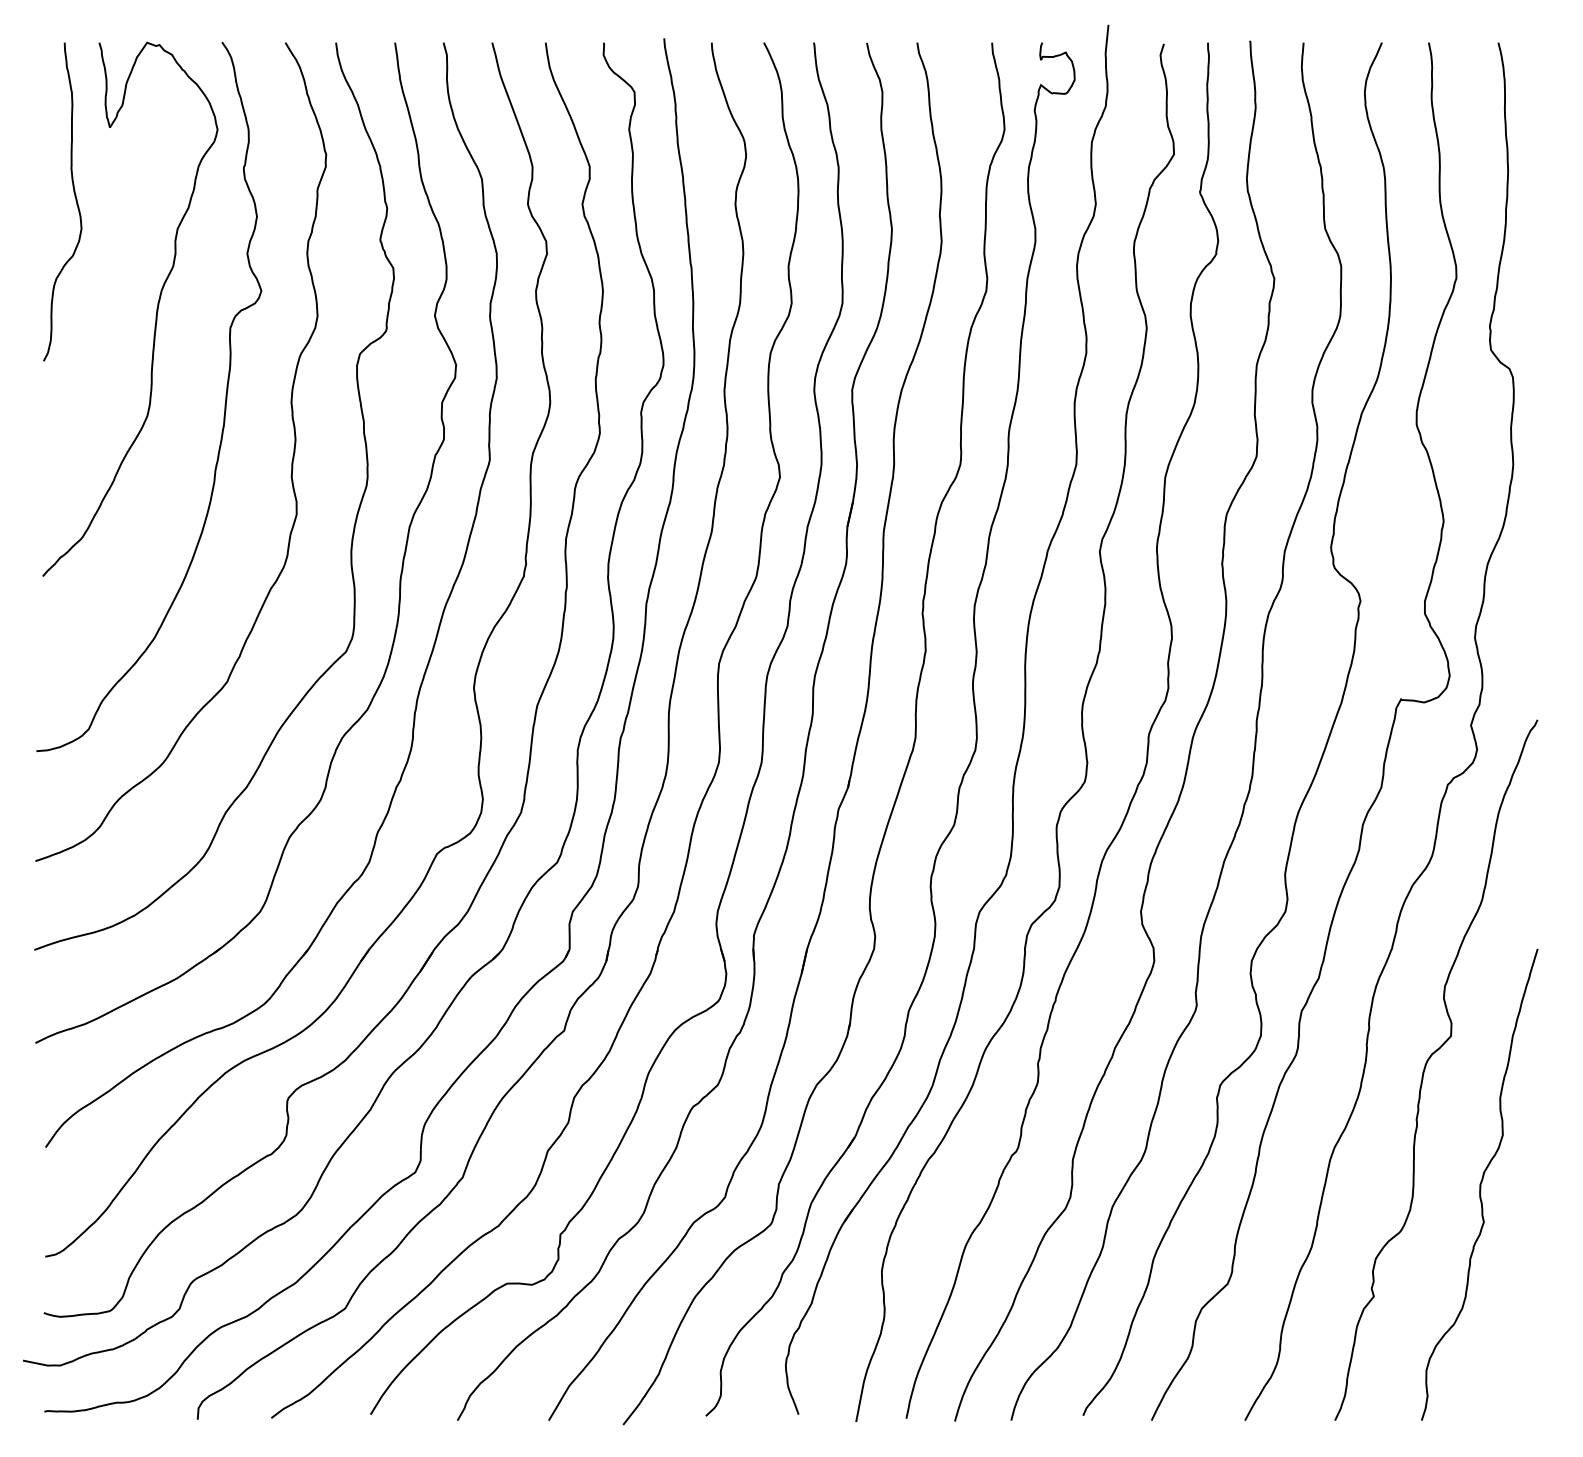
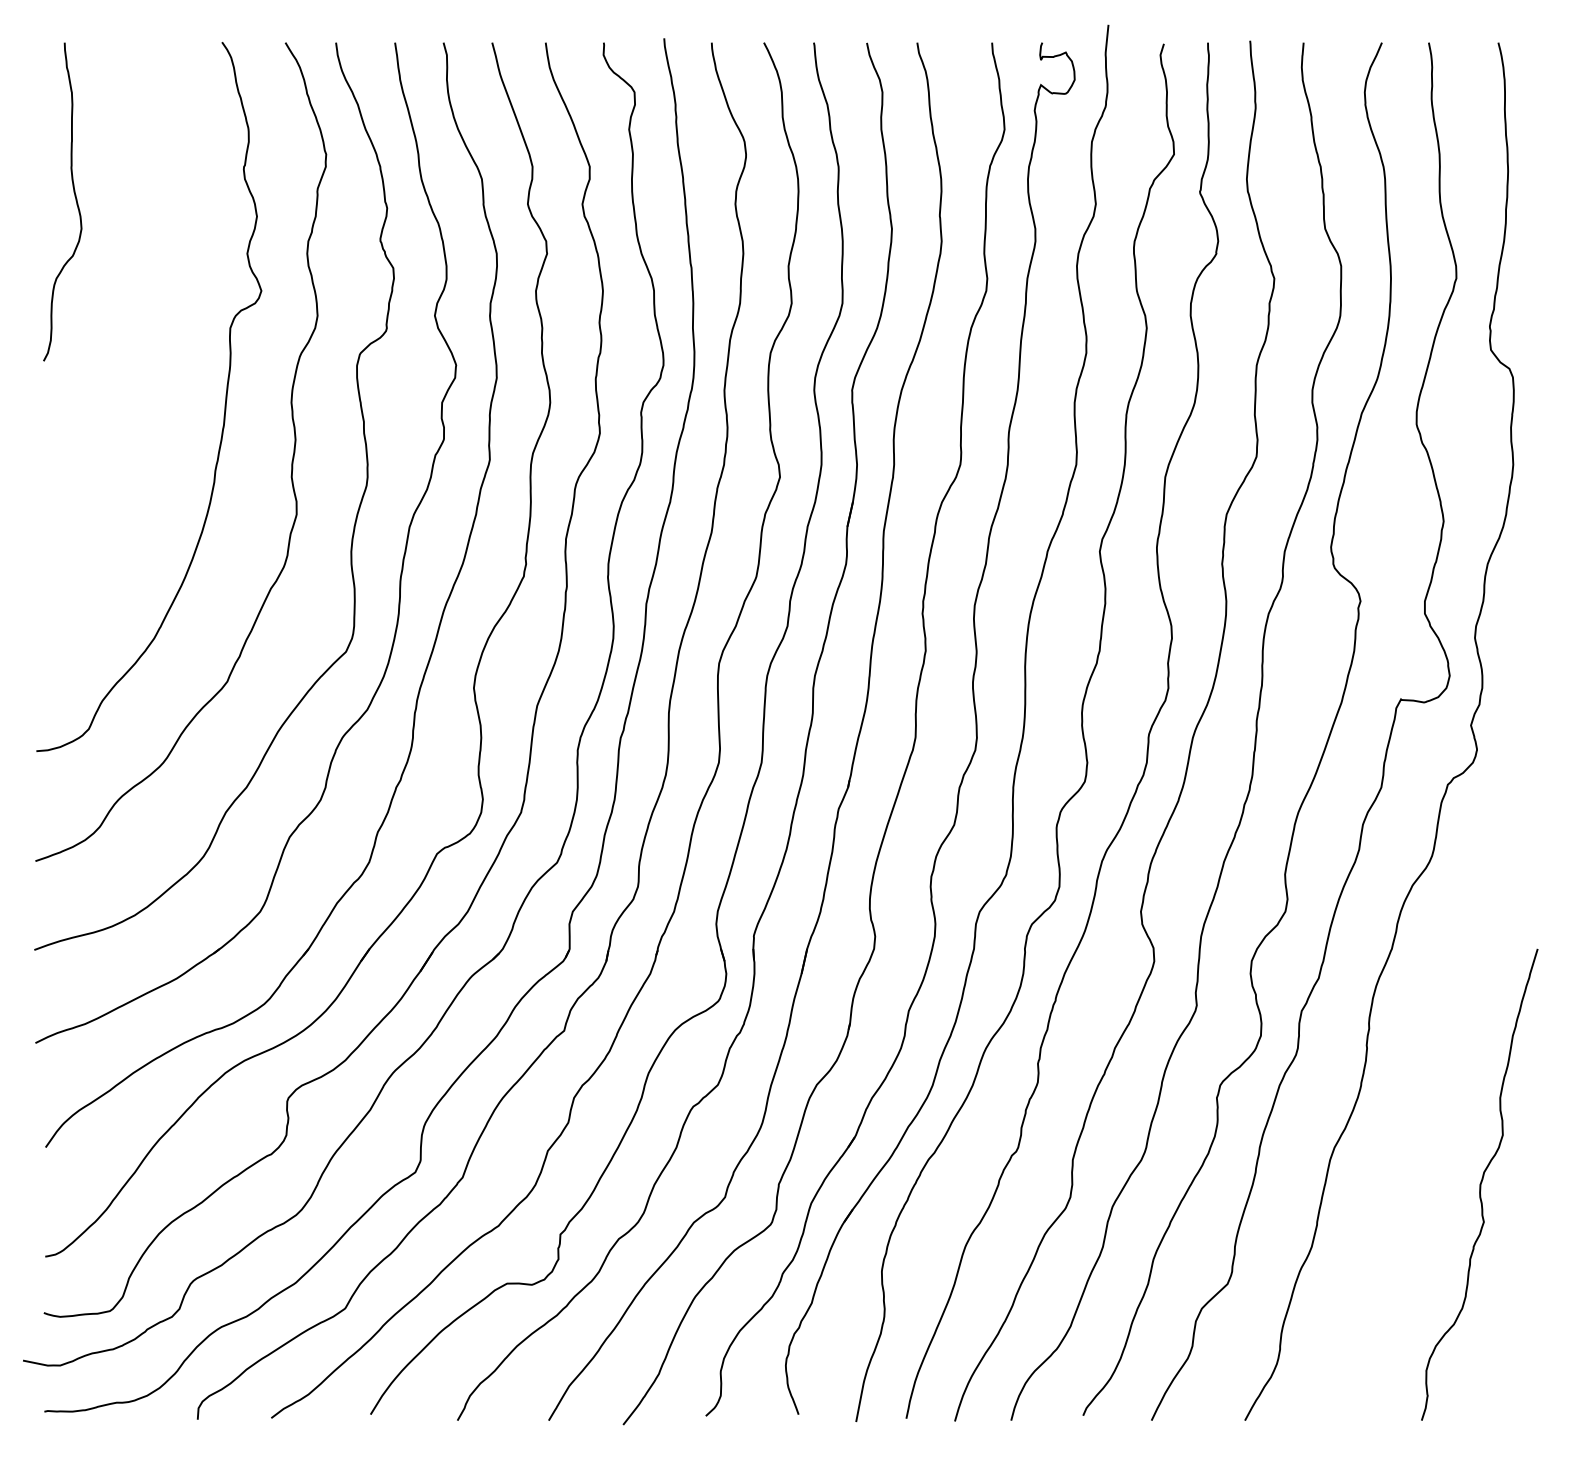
curve at (155, 315): present -> none
curve at (1426, 1066): present -> none
